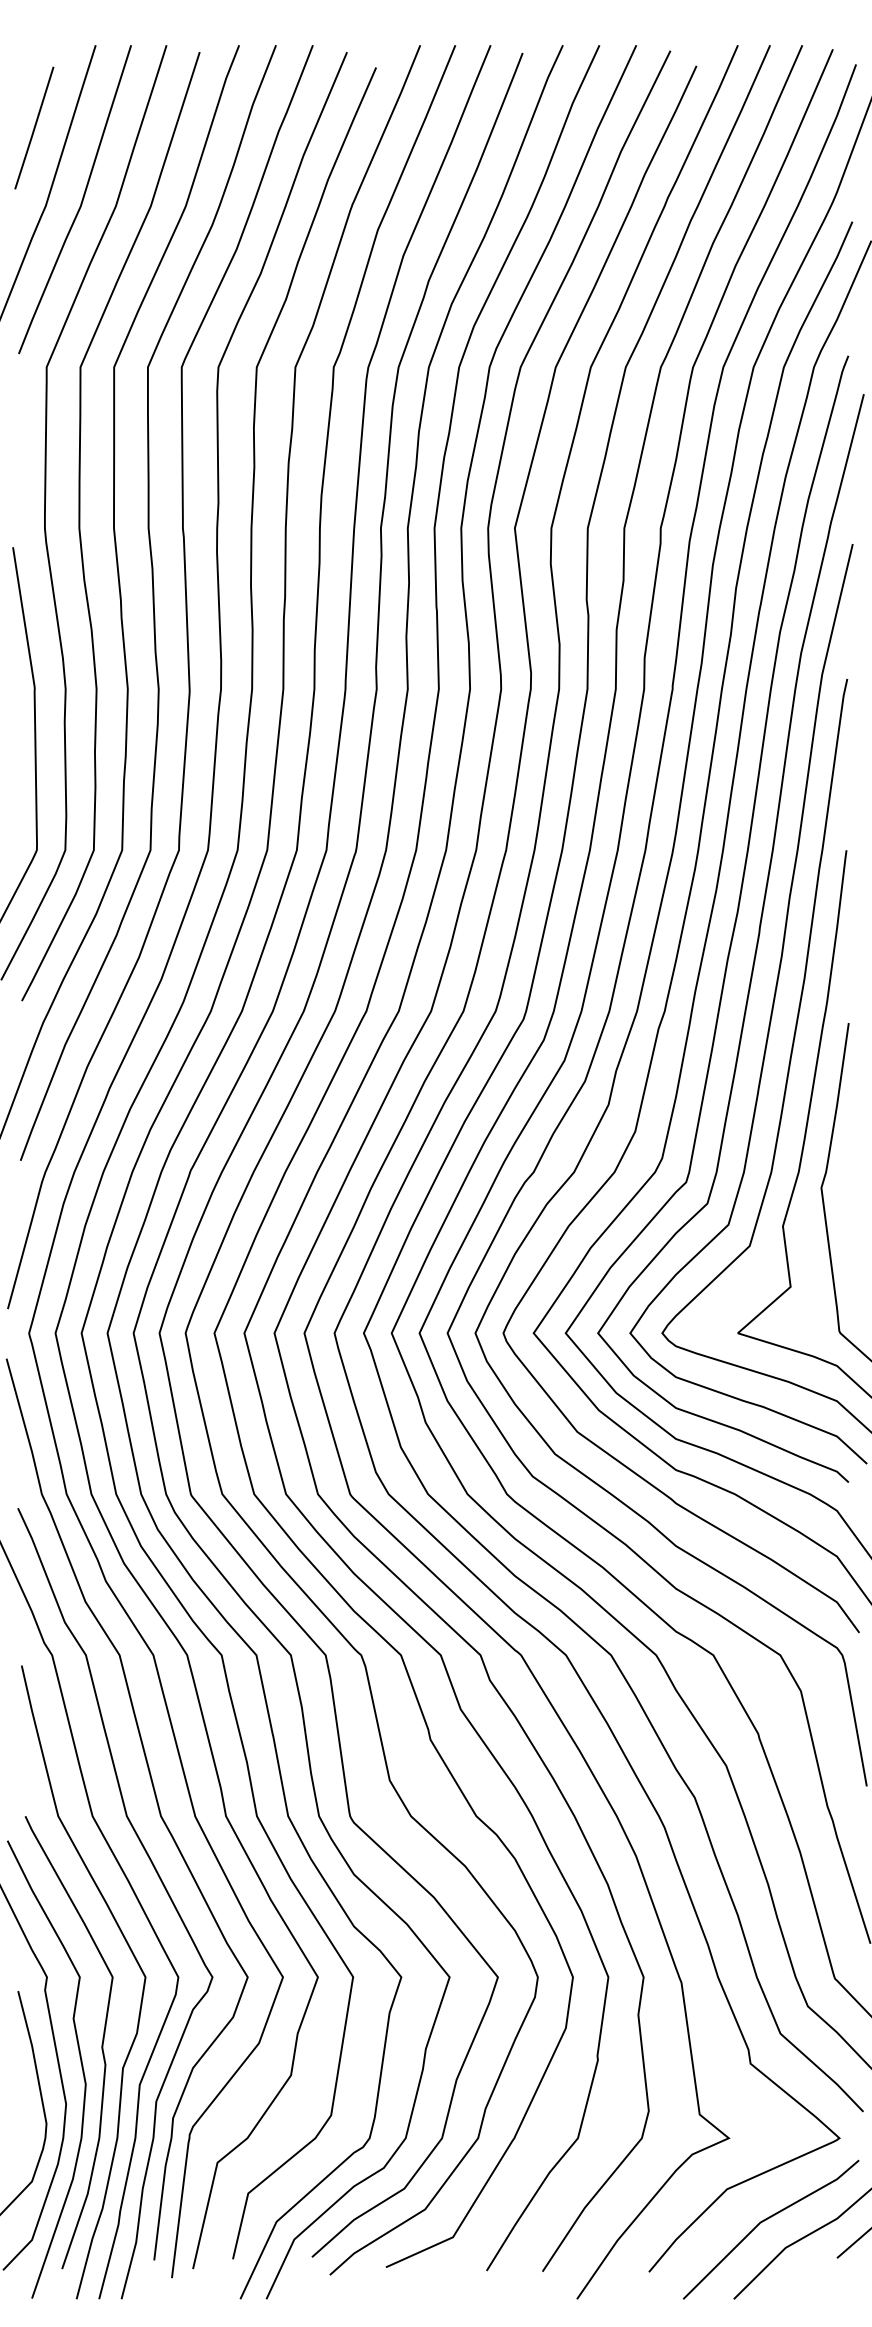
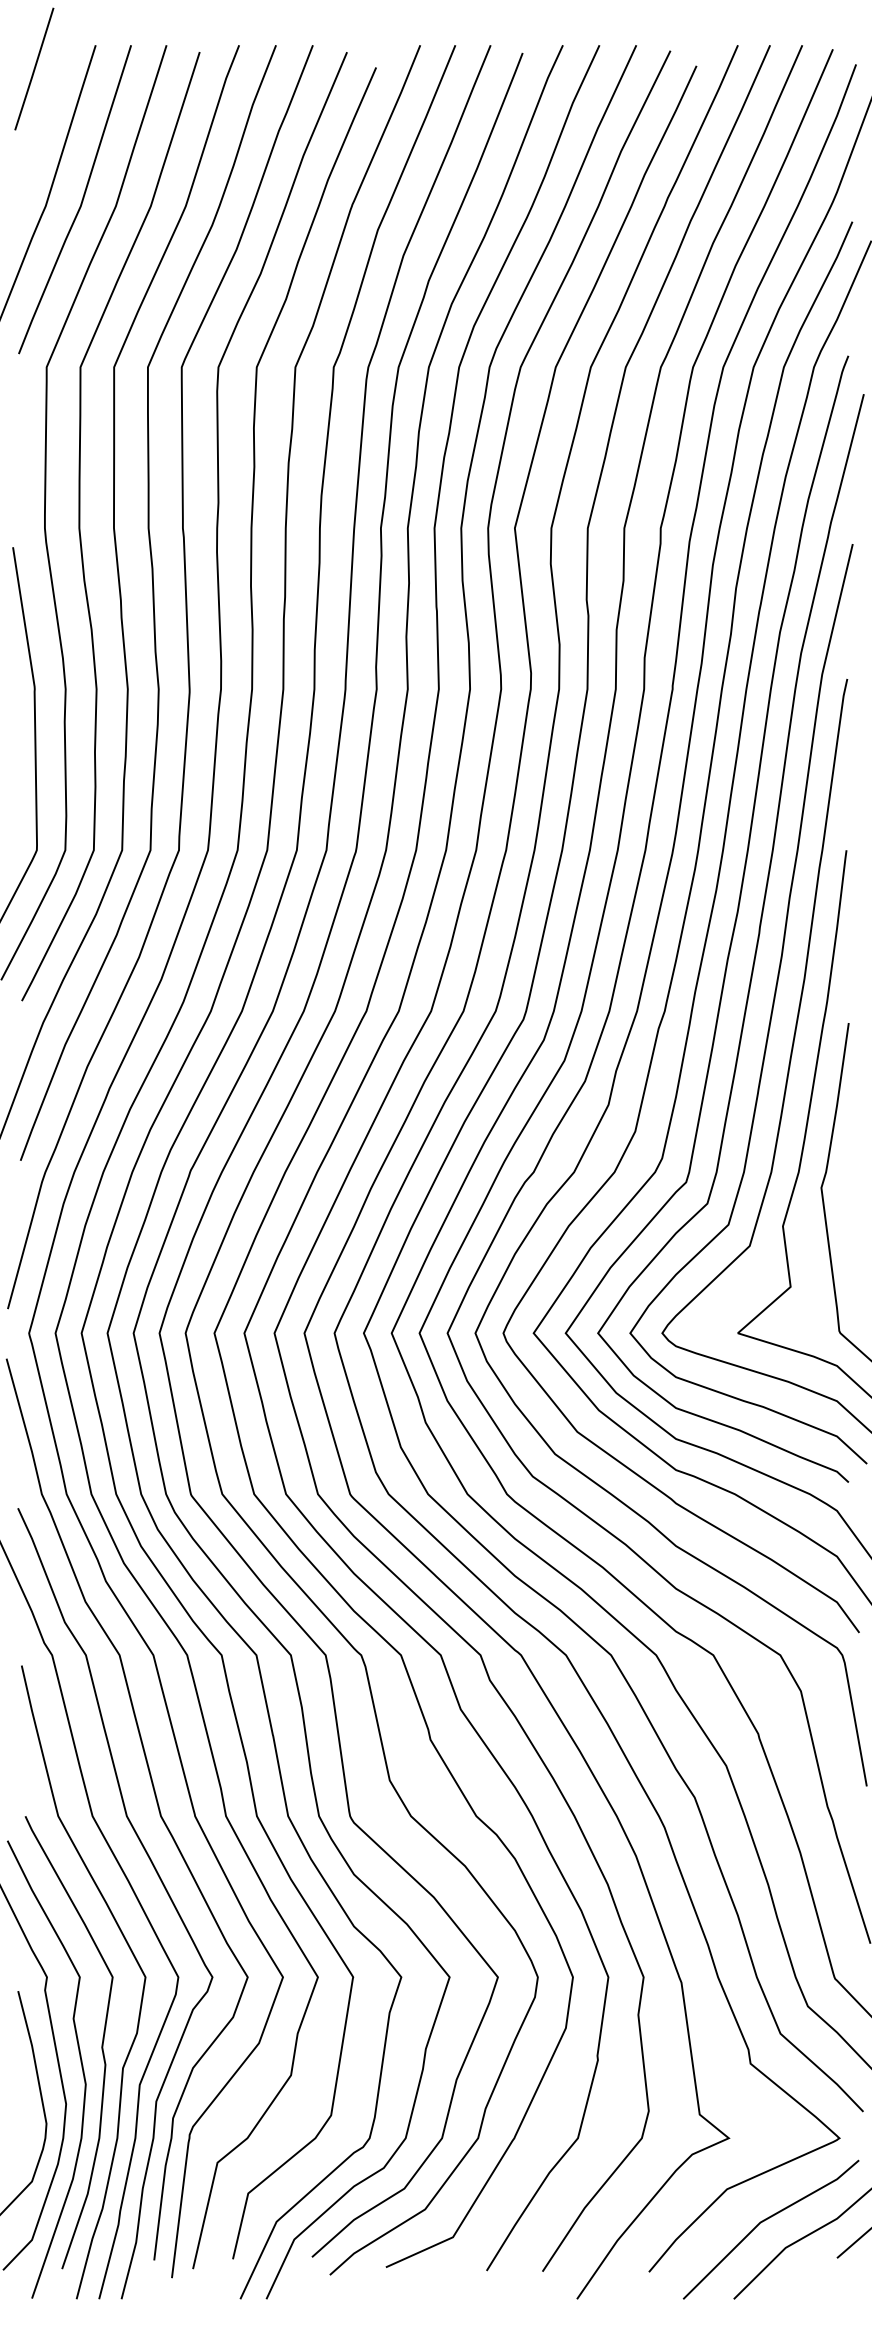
line at (34, 127) position: (34, 127) -> (34, 68)
